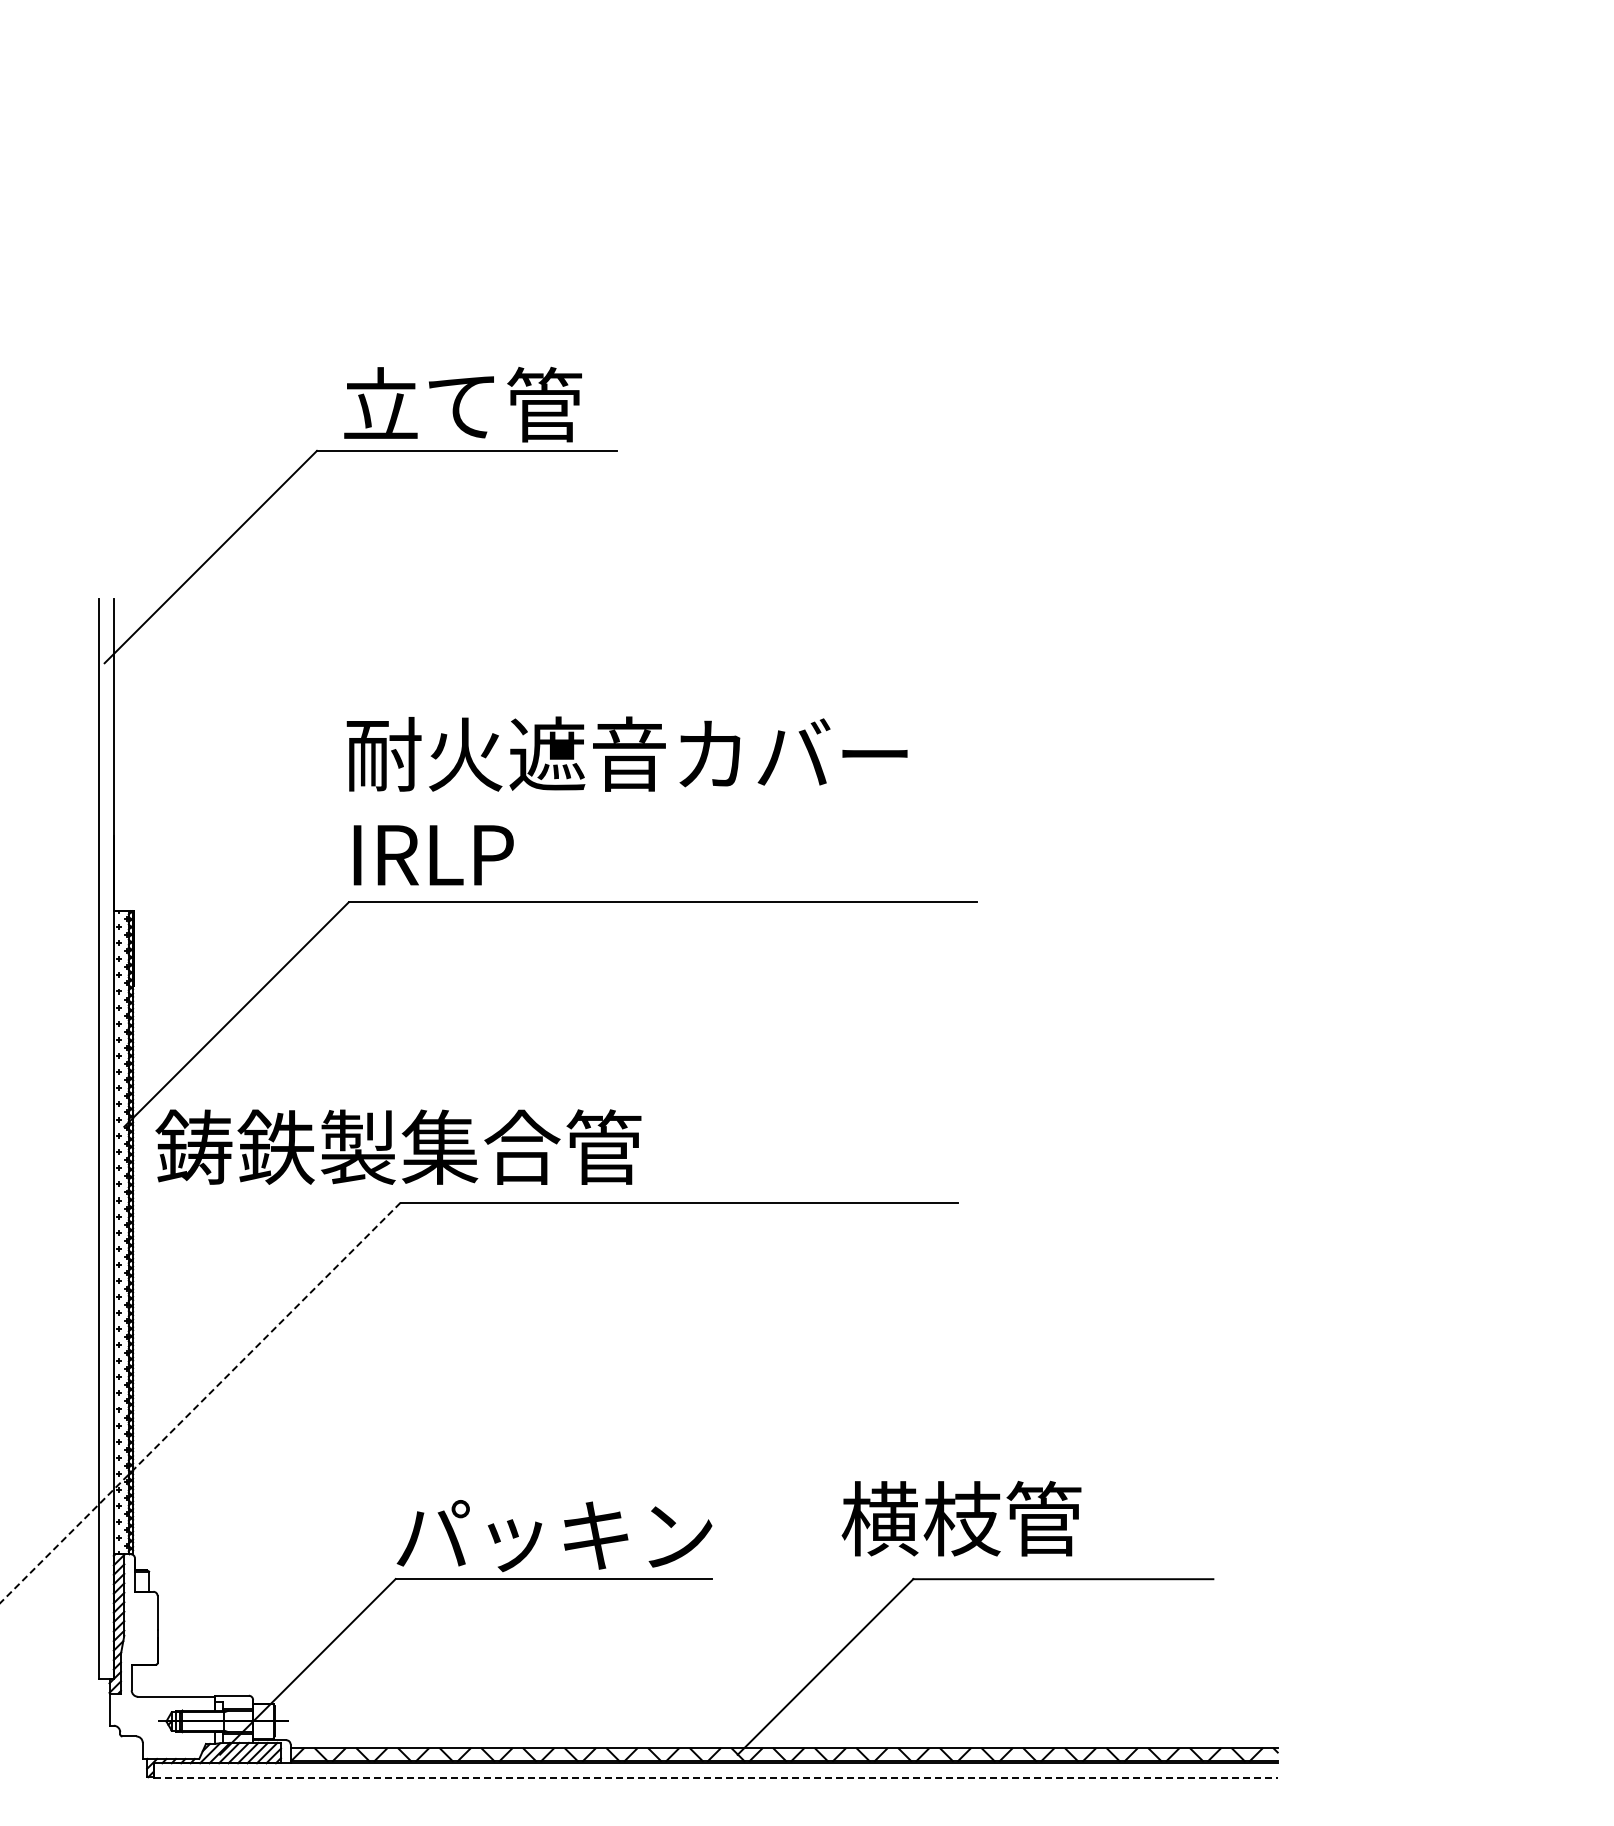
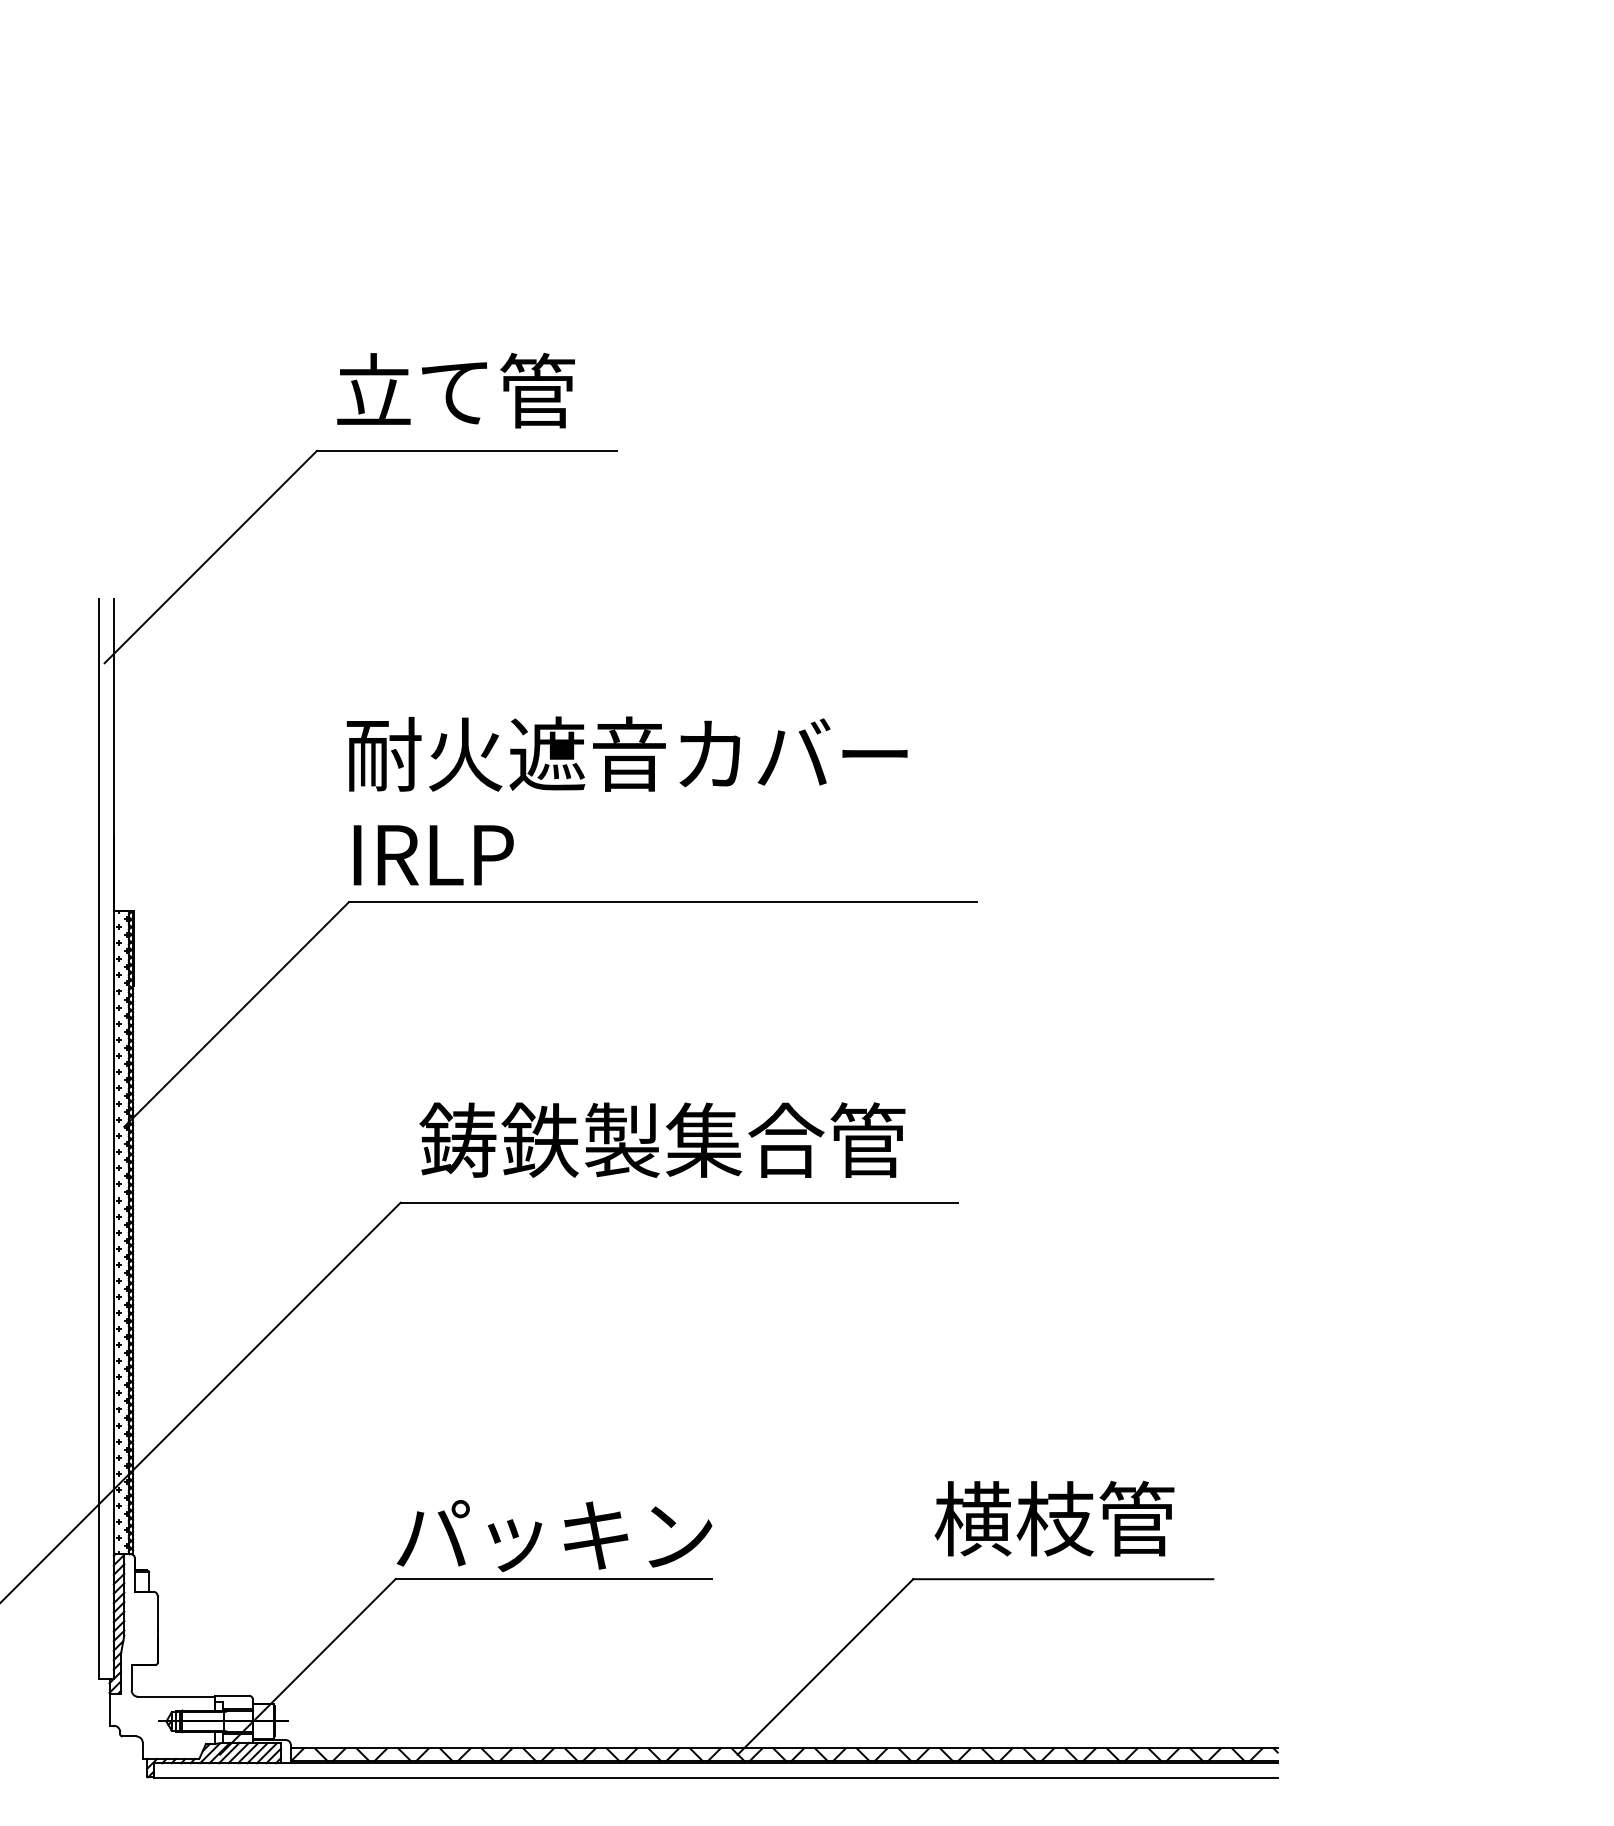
text at (462, 404) position: (462, 404) -> (455, 390)
text at (398, 1146) position: (398, 1146) -> (662, 1139)
line at (200, 1402): dashed -> solid
text at (961, 1518) position: (961, 1518) -> (1054, 1518)
line at (716, 1778): dashed -> solid
